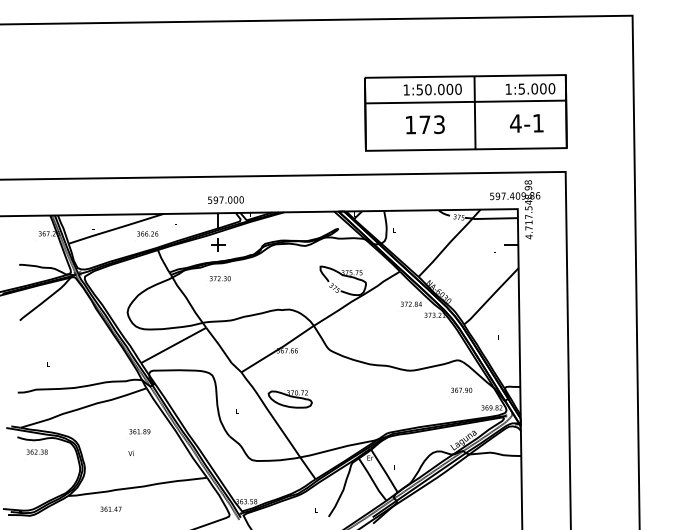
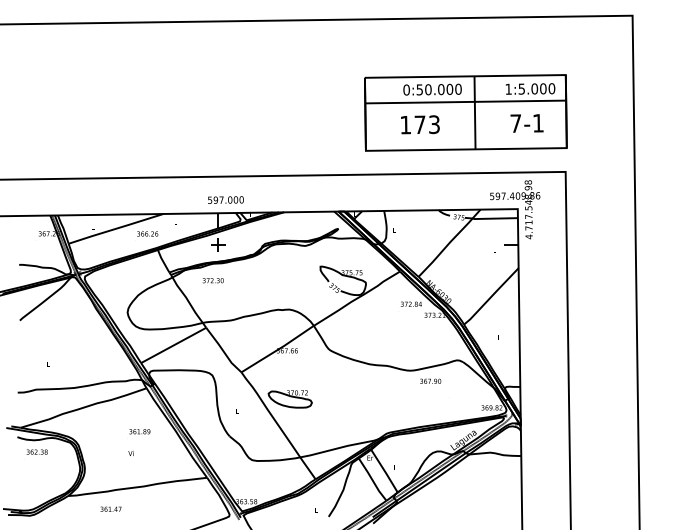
text at (406, 89): 1:50.000 -> 0:50.000
text at (515, 123): 4-1 -> 7-1
text at (425, 124) position: (425, 124) -> (420, 124)
text at (219, 278) position: (219, 278) -> (212, 280)
text at (461, 389) position: (461, 389) -> (430, 380)
